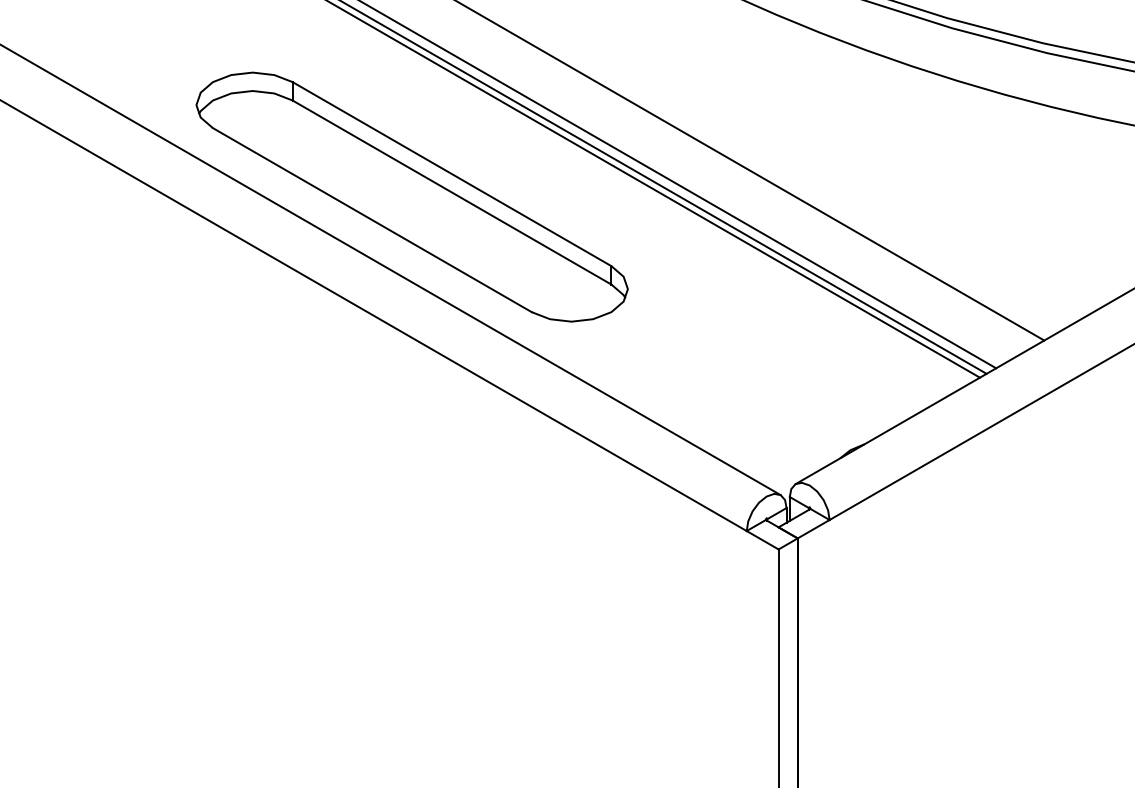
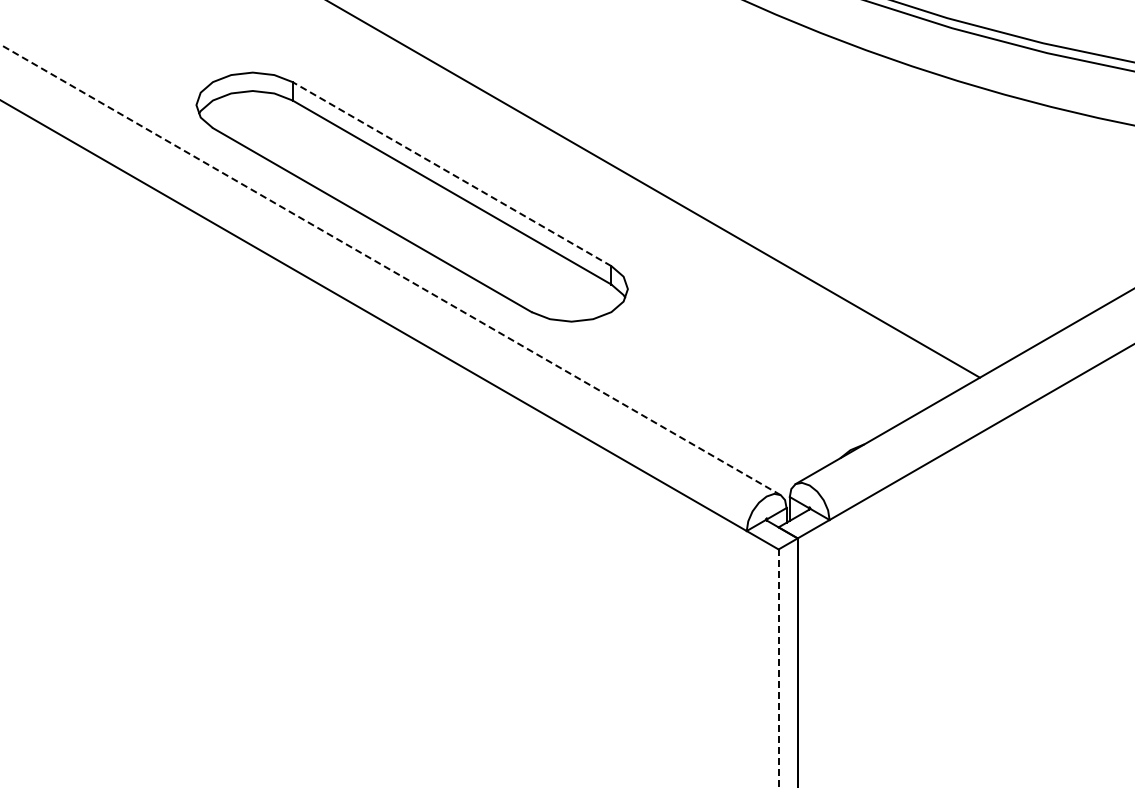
line at (750, 171): present -> none
line at (451, 173): solid -> dashed
line at (679, 185): present -> none
line at (664, 187): present -> none
line at (390, 269): solid -> dashed
line at (778, 668): solid -> dashed
